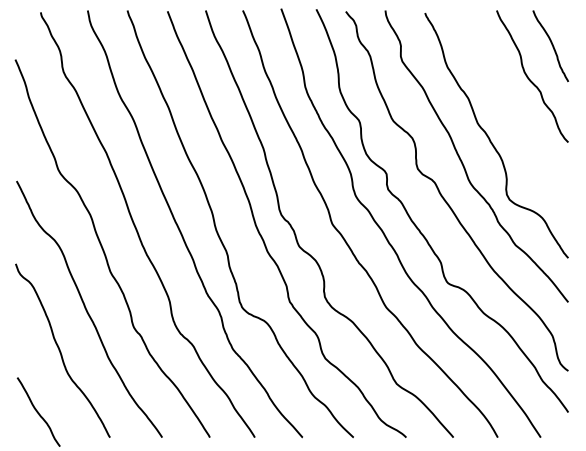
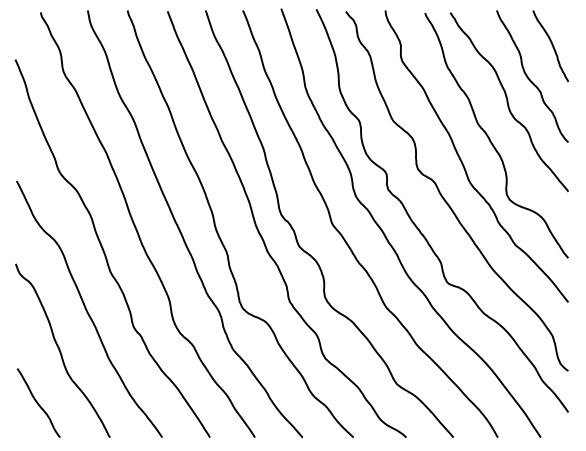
curve at (508, 102): none -> present
curve at (38, 411) position: (38, 411) -> (38, 402)
